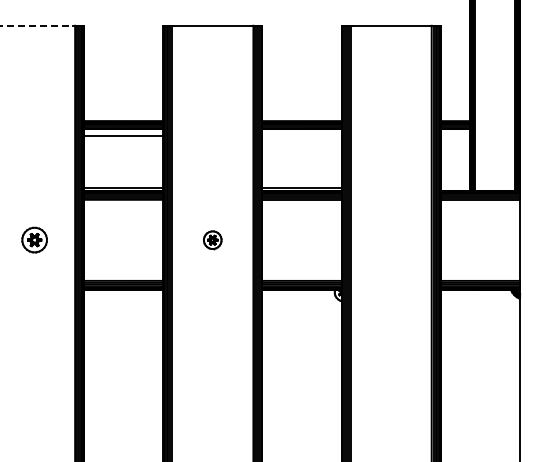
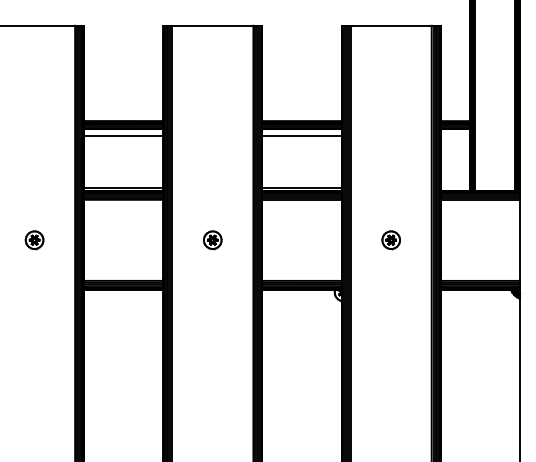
line at (36, 25): dashed -> solid
line at (301, 135): none -> present
part at (34, 239) size: 27x28 px -> 21x21 px
part at (390, 240): none -> present
